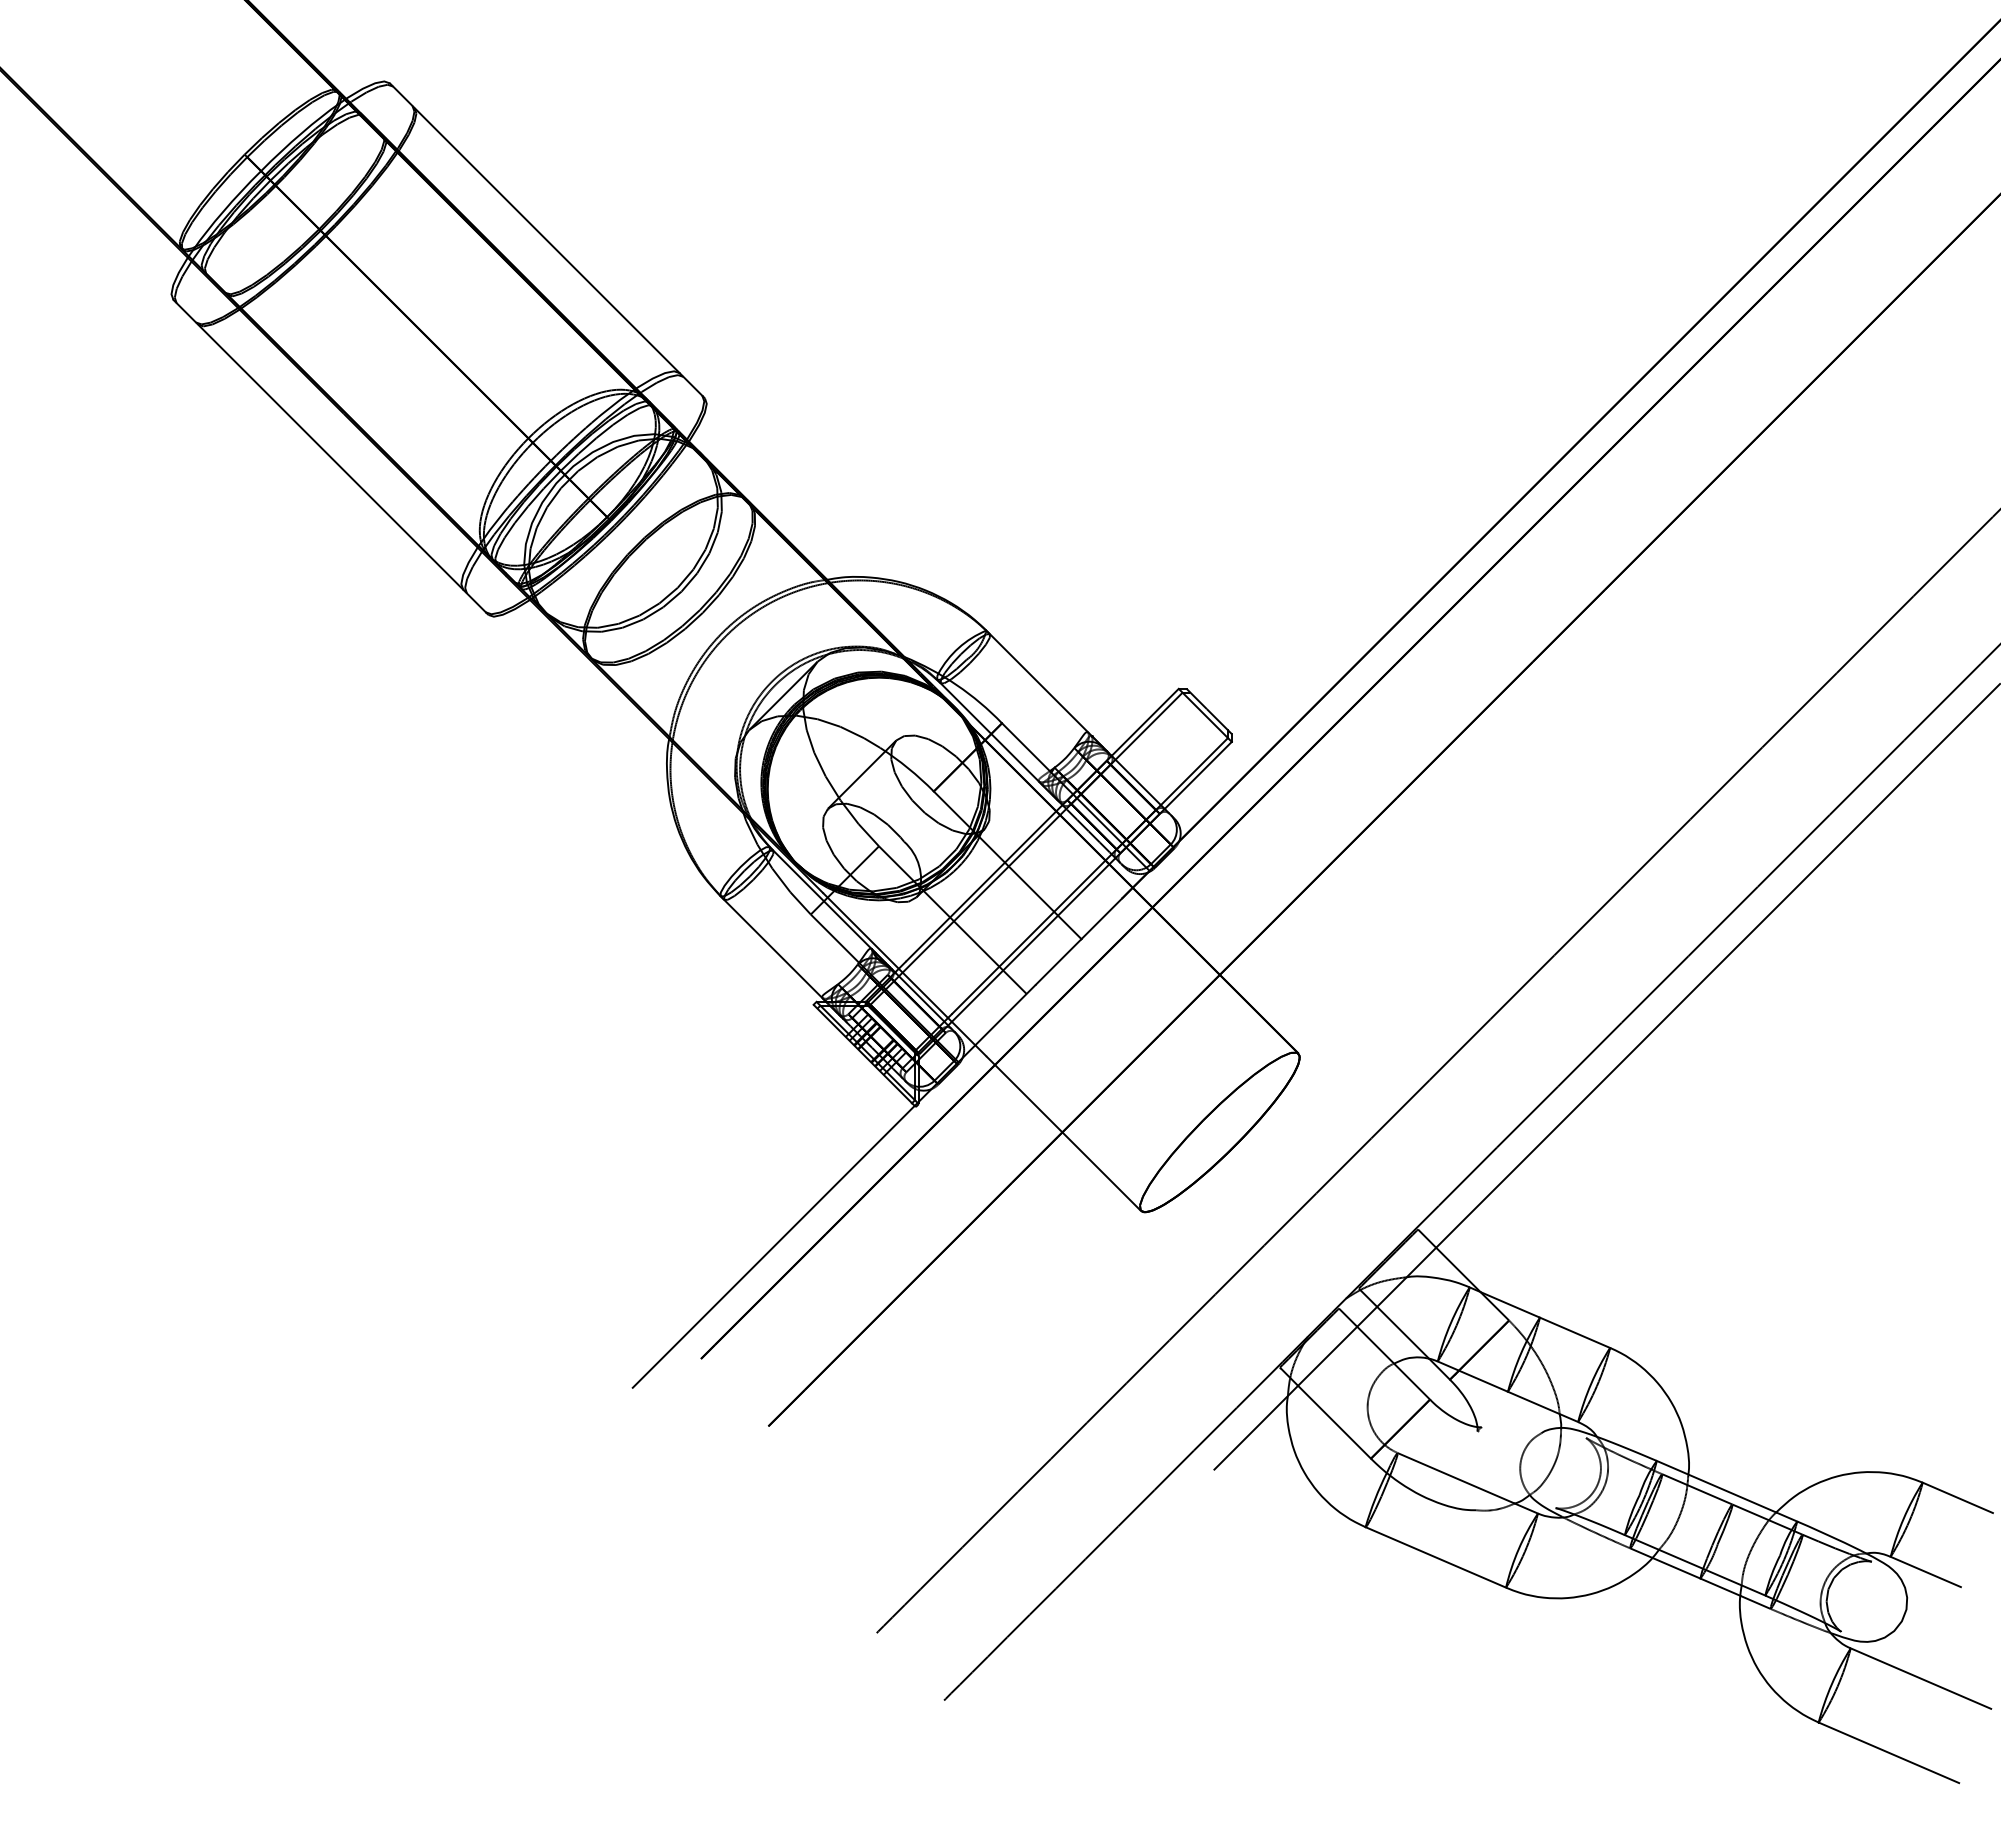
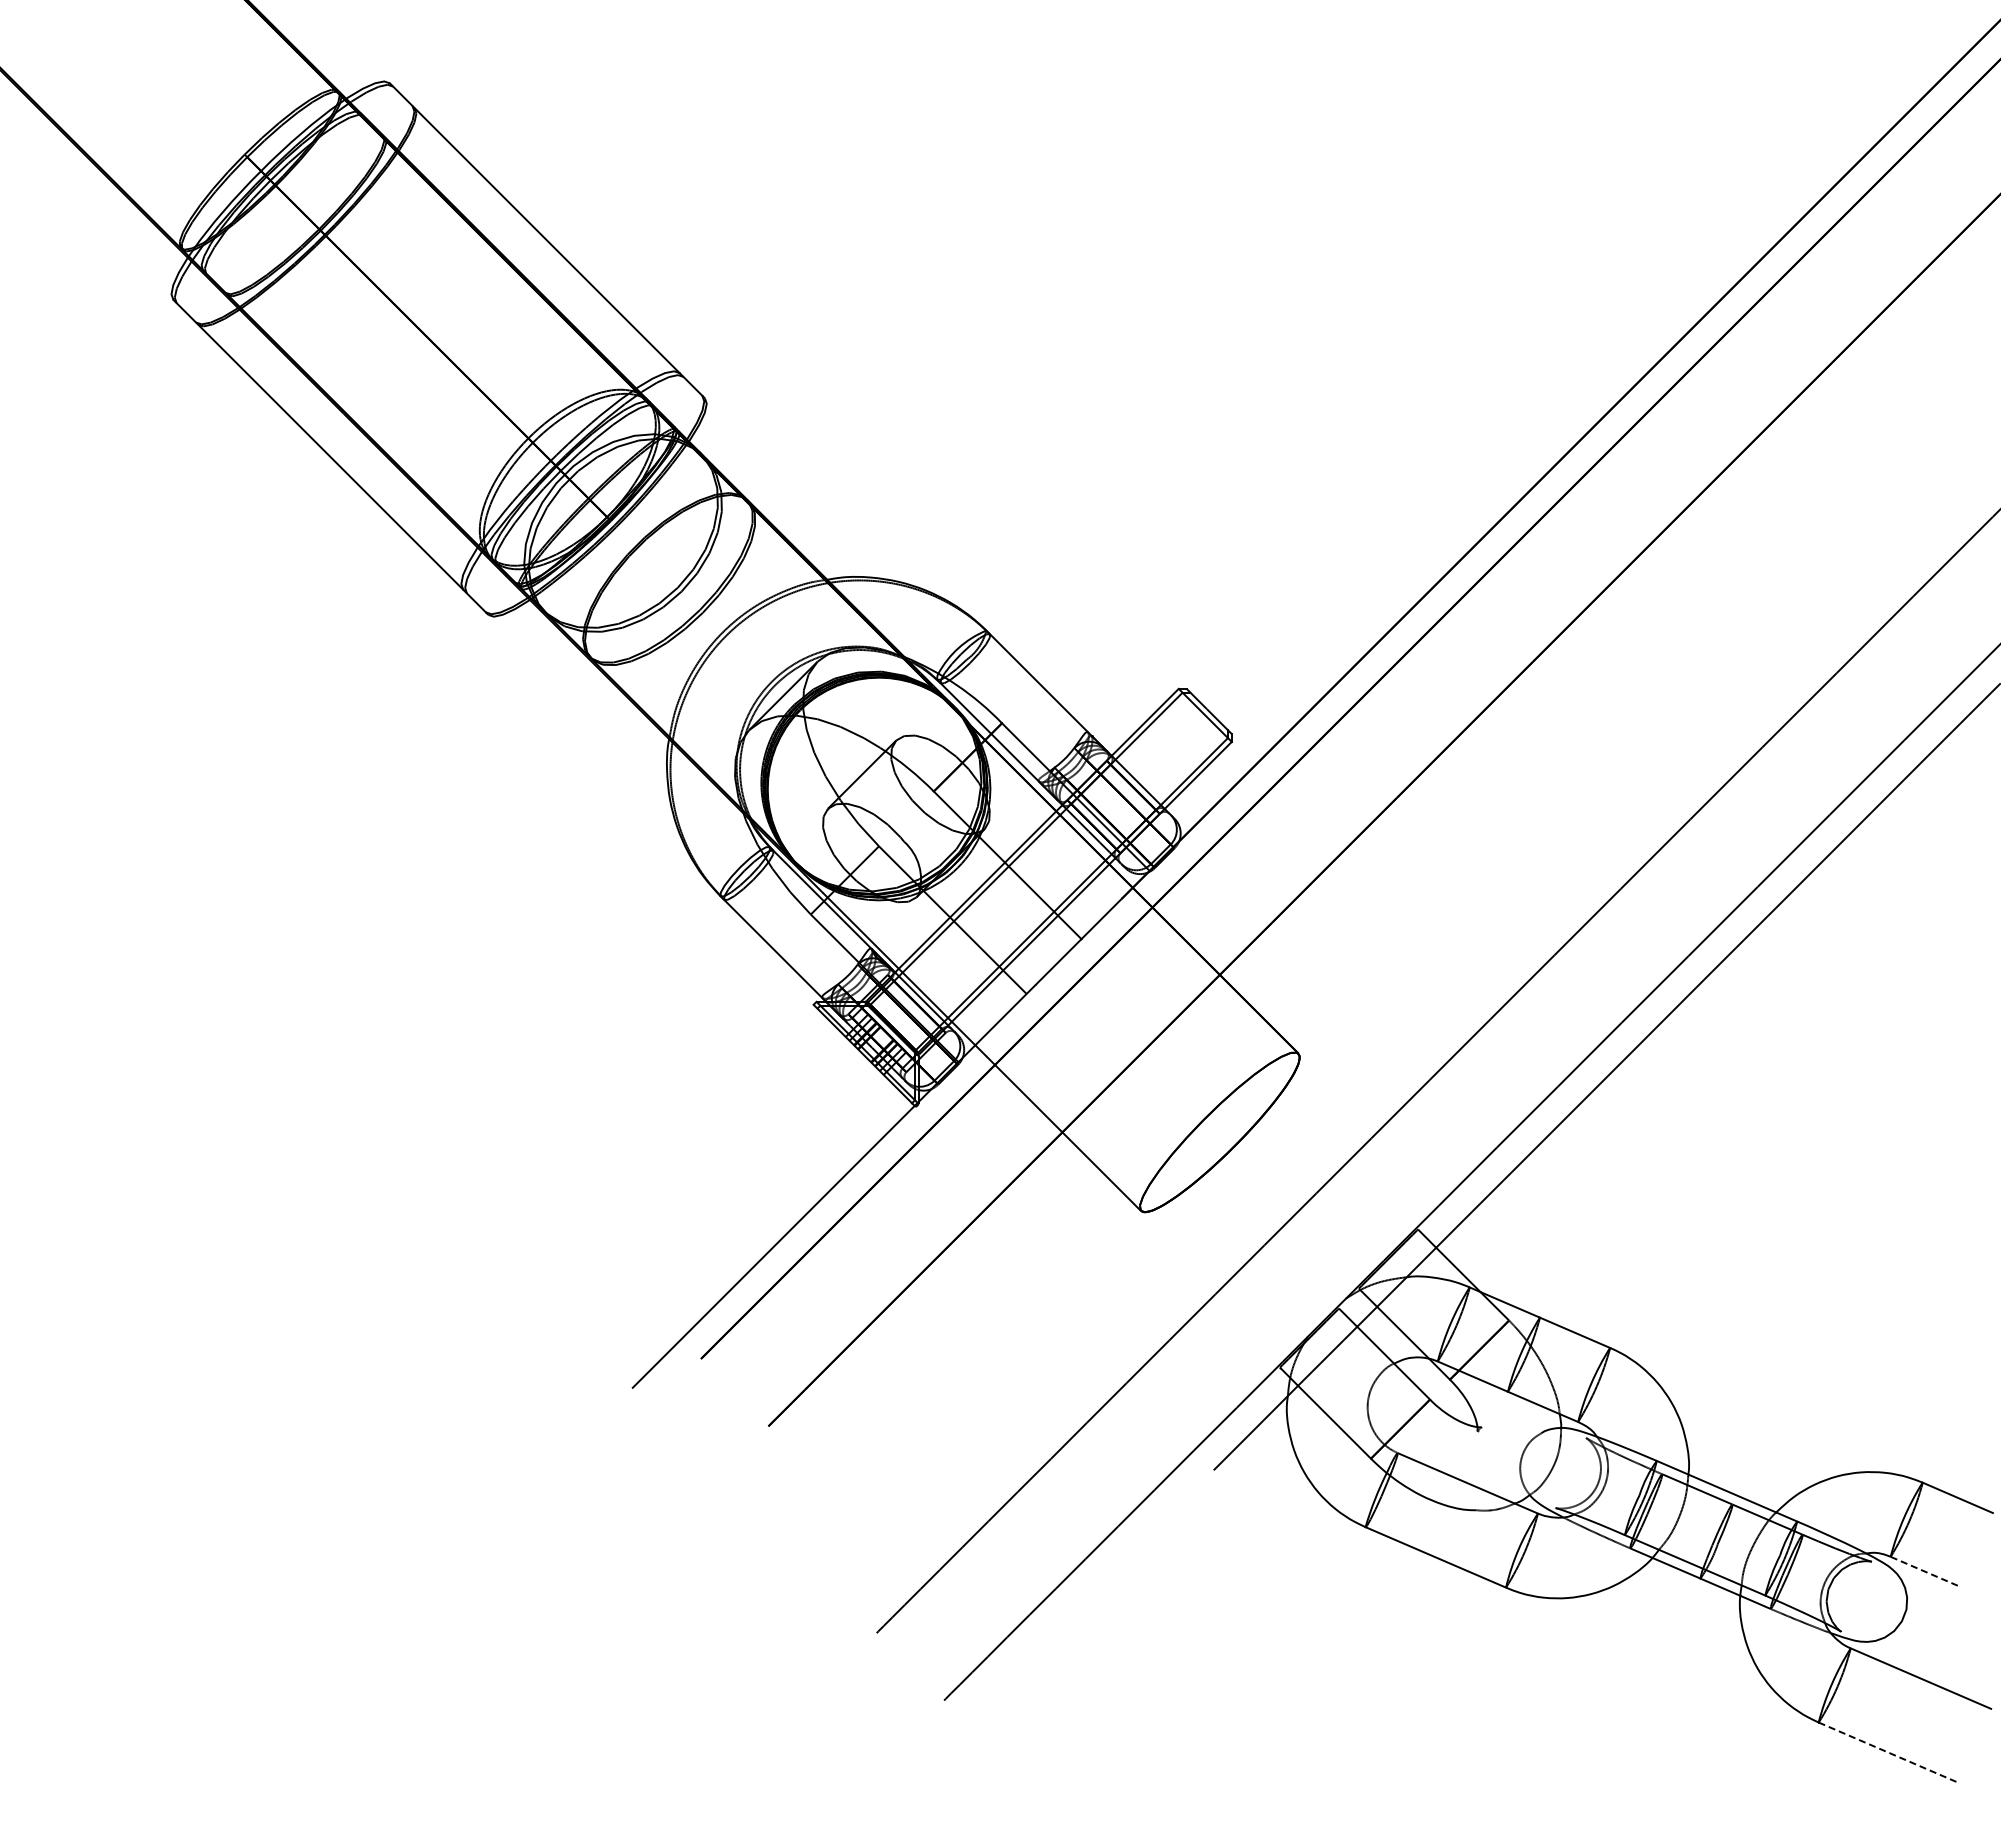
line at (1926, 1572): solid -> dashed
line at (1889, 1752): solid -> dashed
